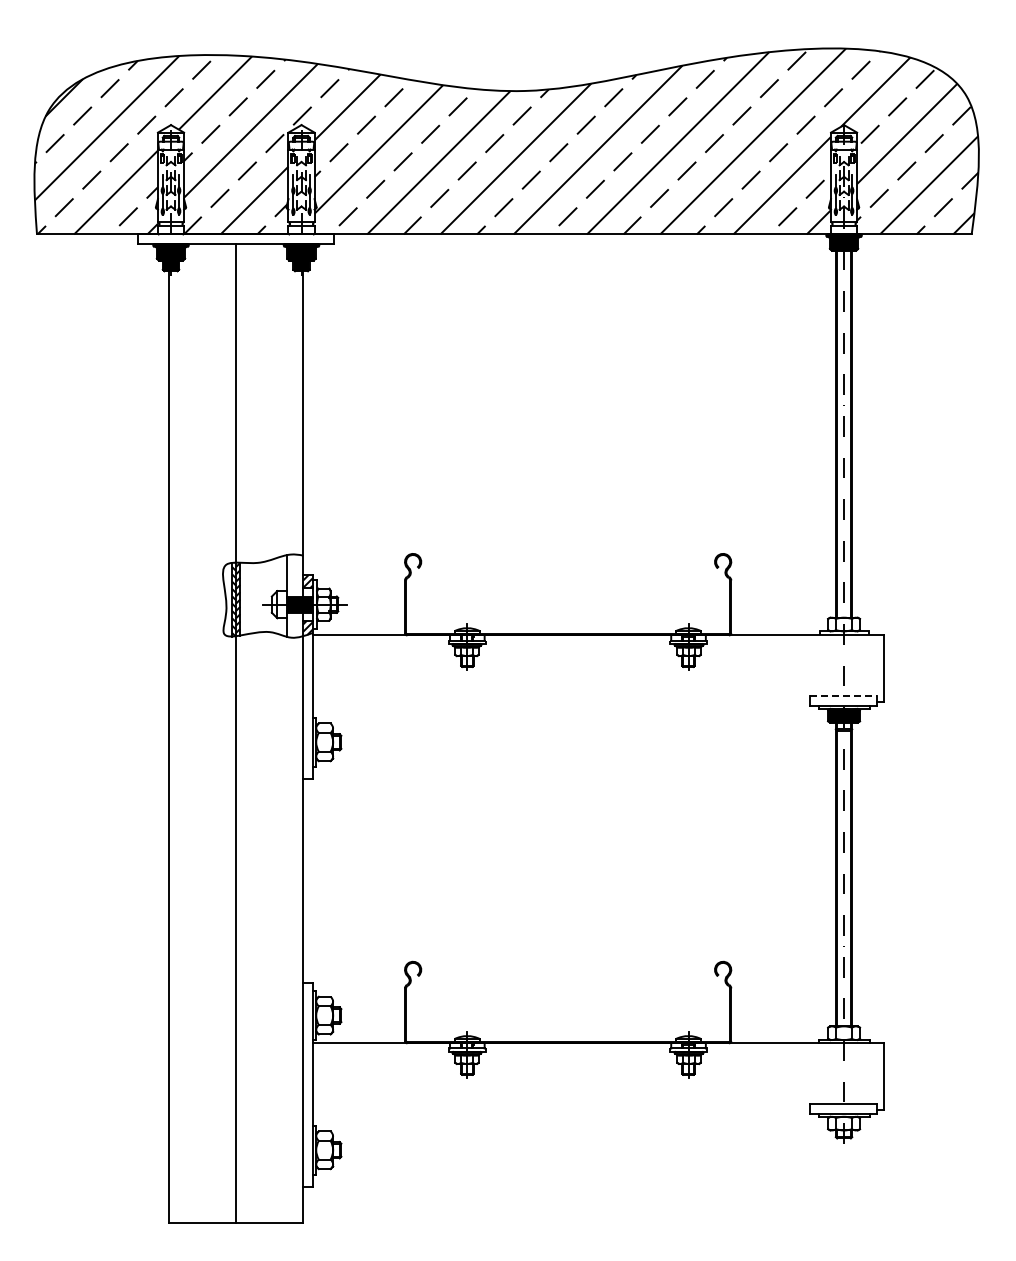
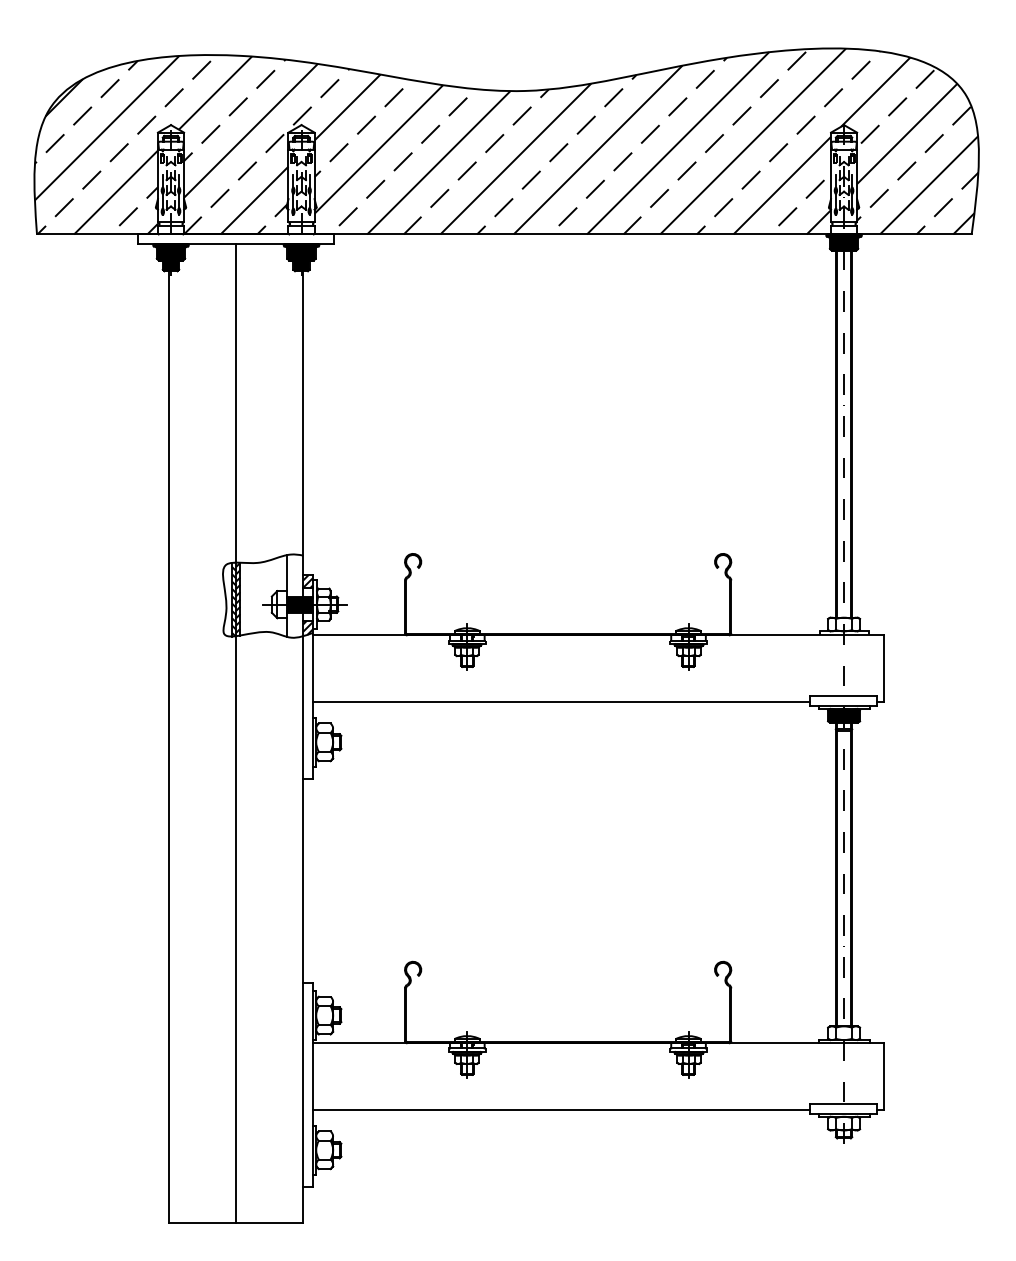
line at (843, 695): dashed -> solid
line at (561, 702): none -> present
line at (561, 1110): none -> present
